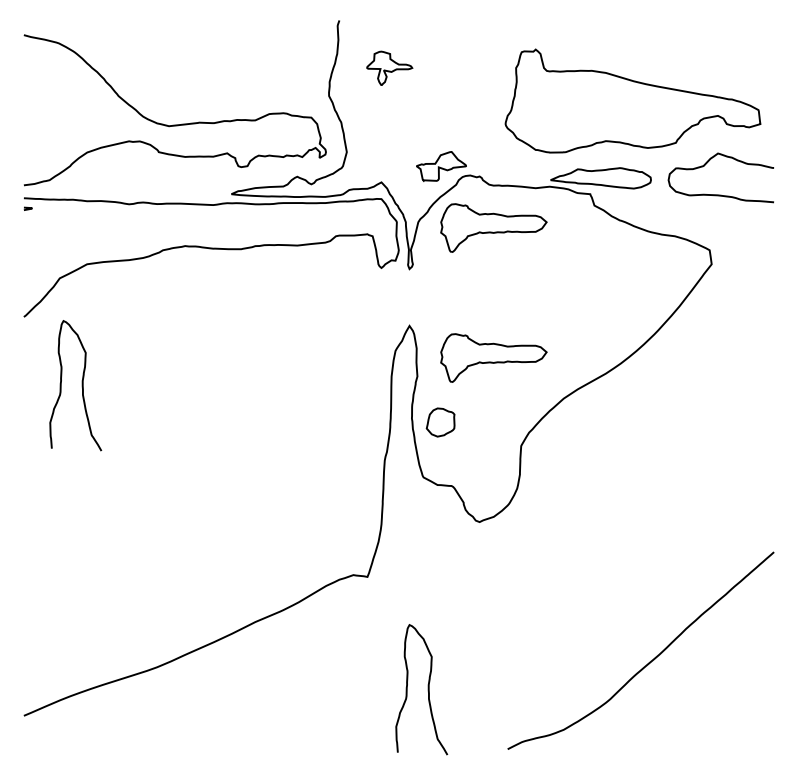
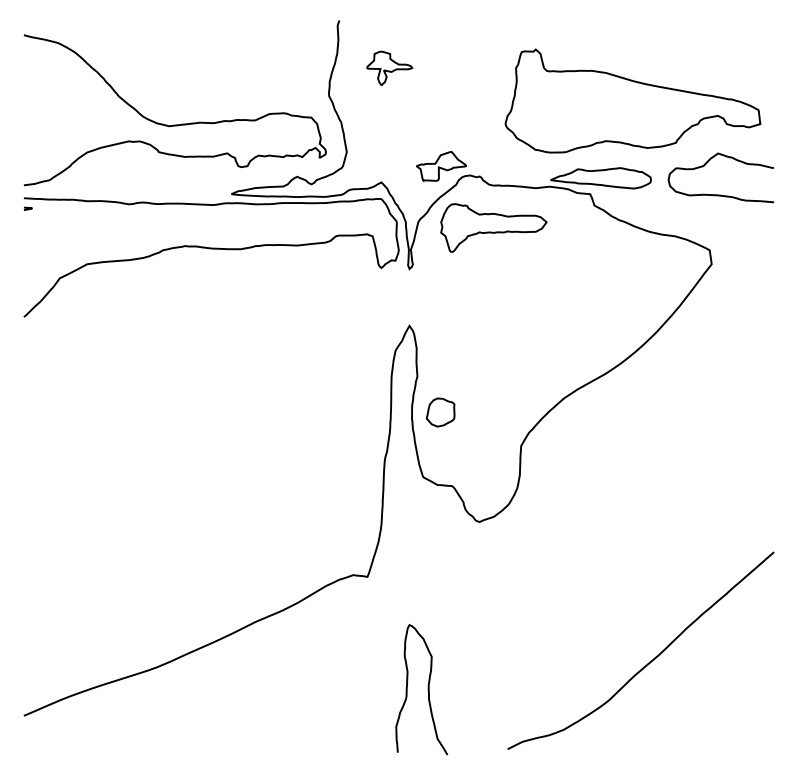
part at (493, 357): present -> none
curve at (81, 385): present -> none
part at (440, 422) position: (440, 422) -> (440, 412)
